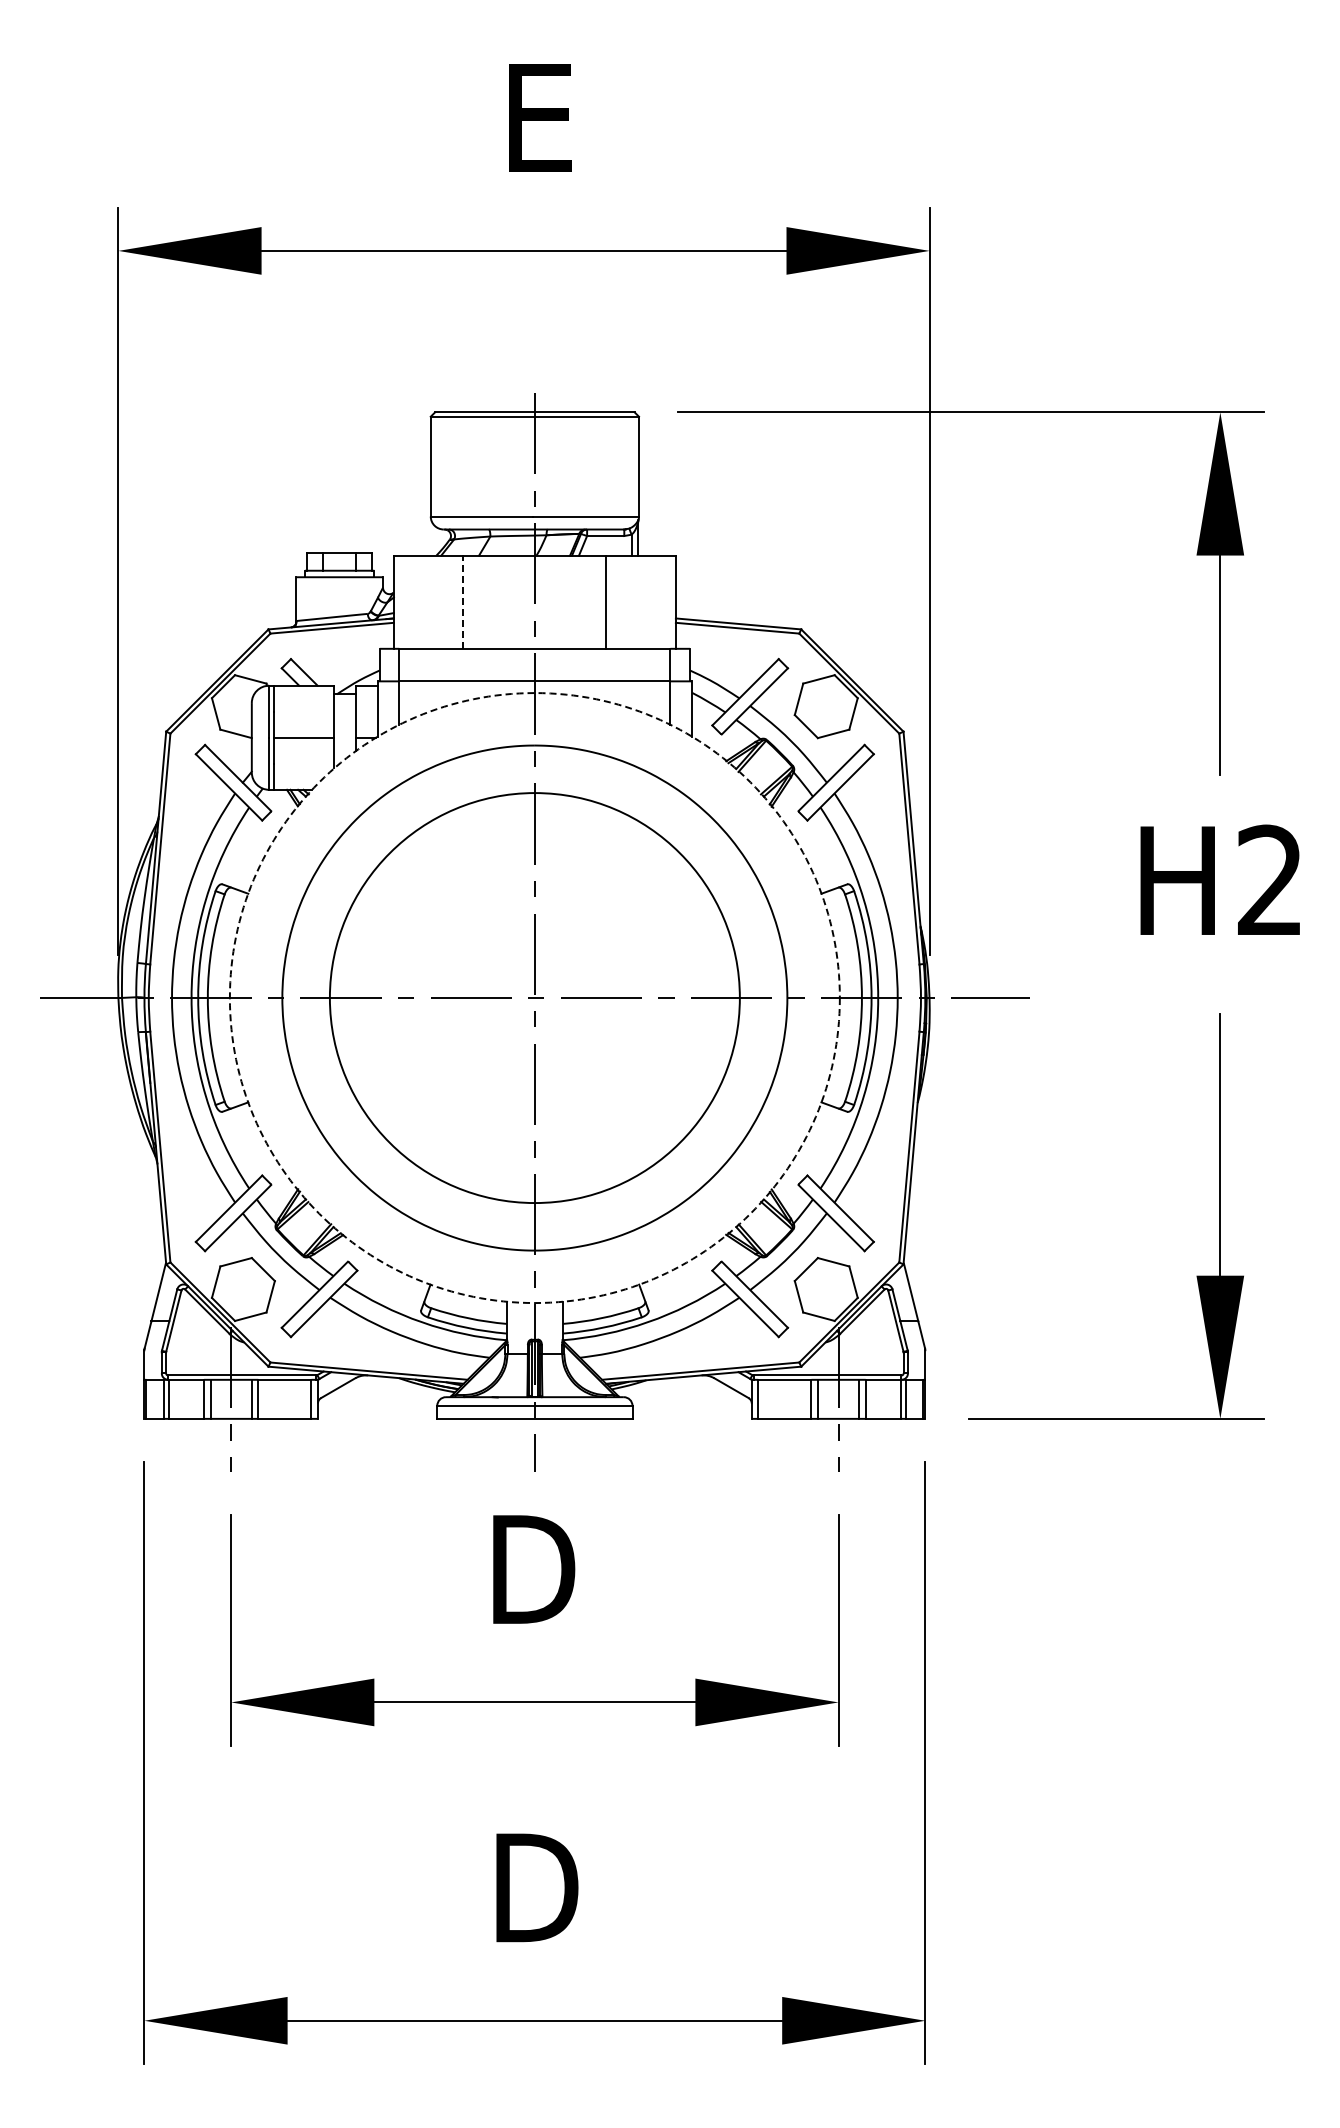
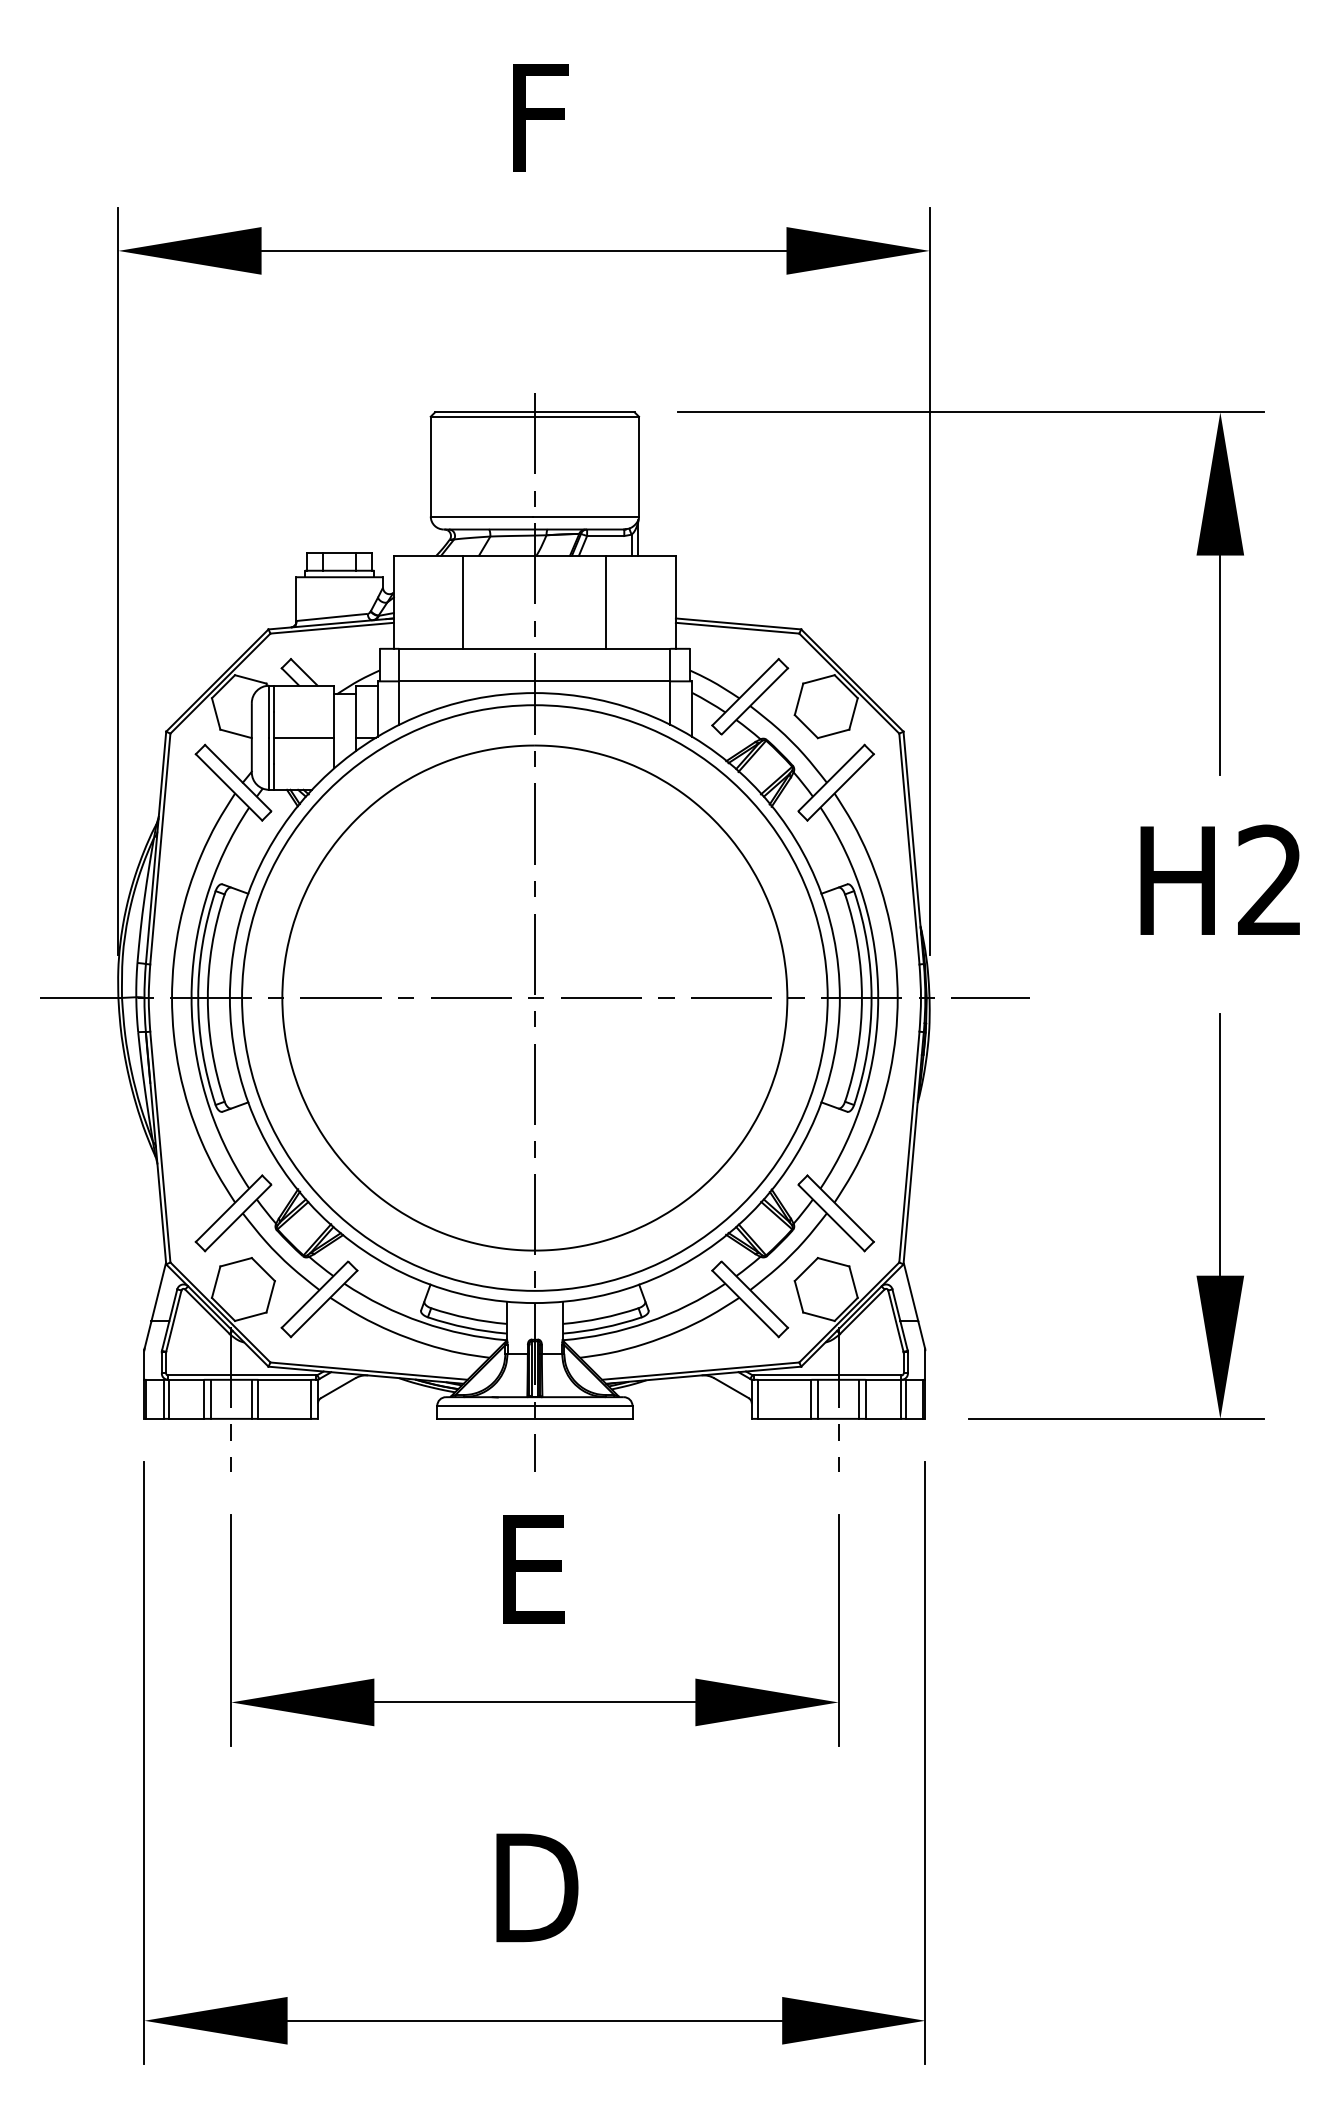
text at (540, 117): E -> F
line at (463, 602): dashed -> solid
circle at (534, 998) diameter: 410 px -> 586 px
circle at (534, 998): dashed -> solid
text at (534, 1569): D -> E
